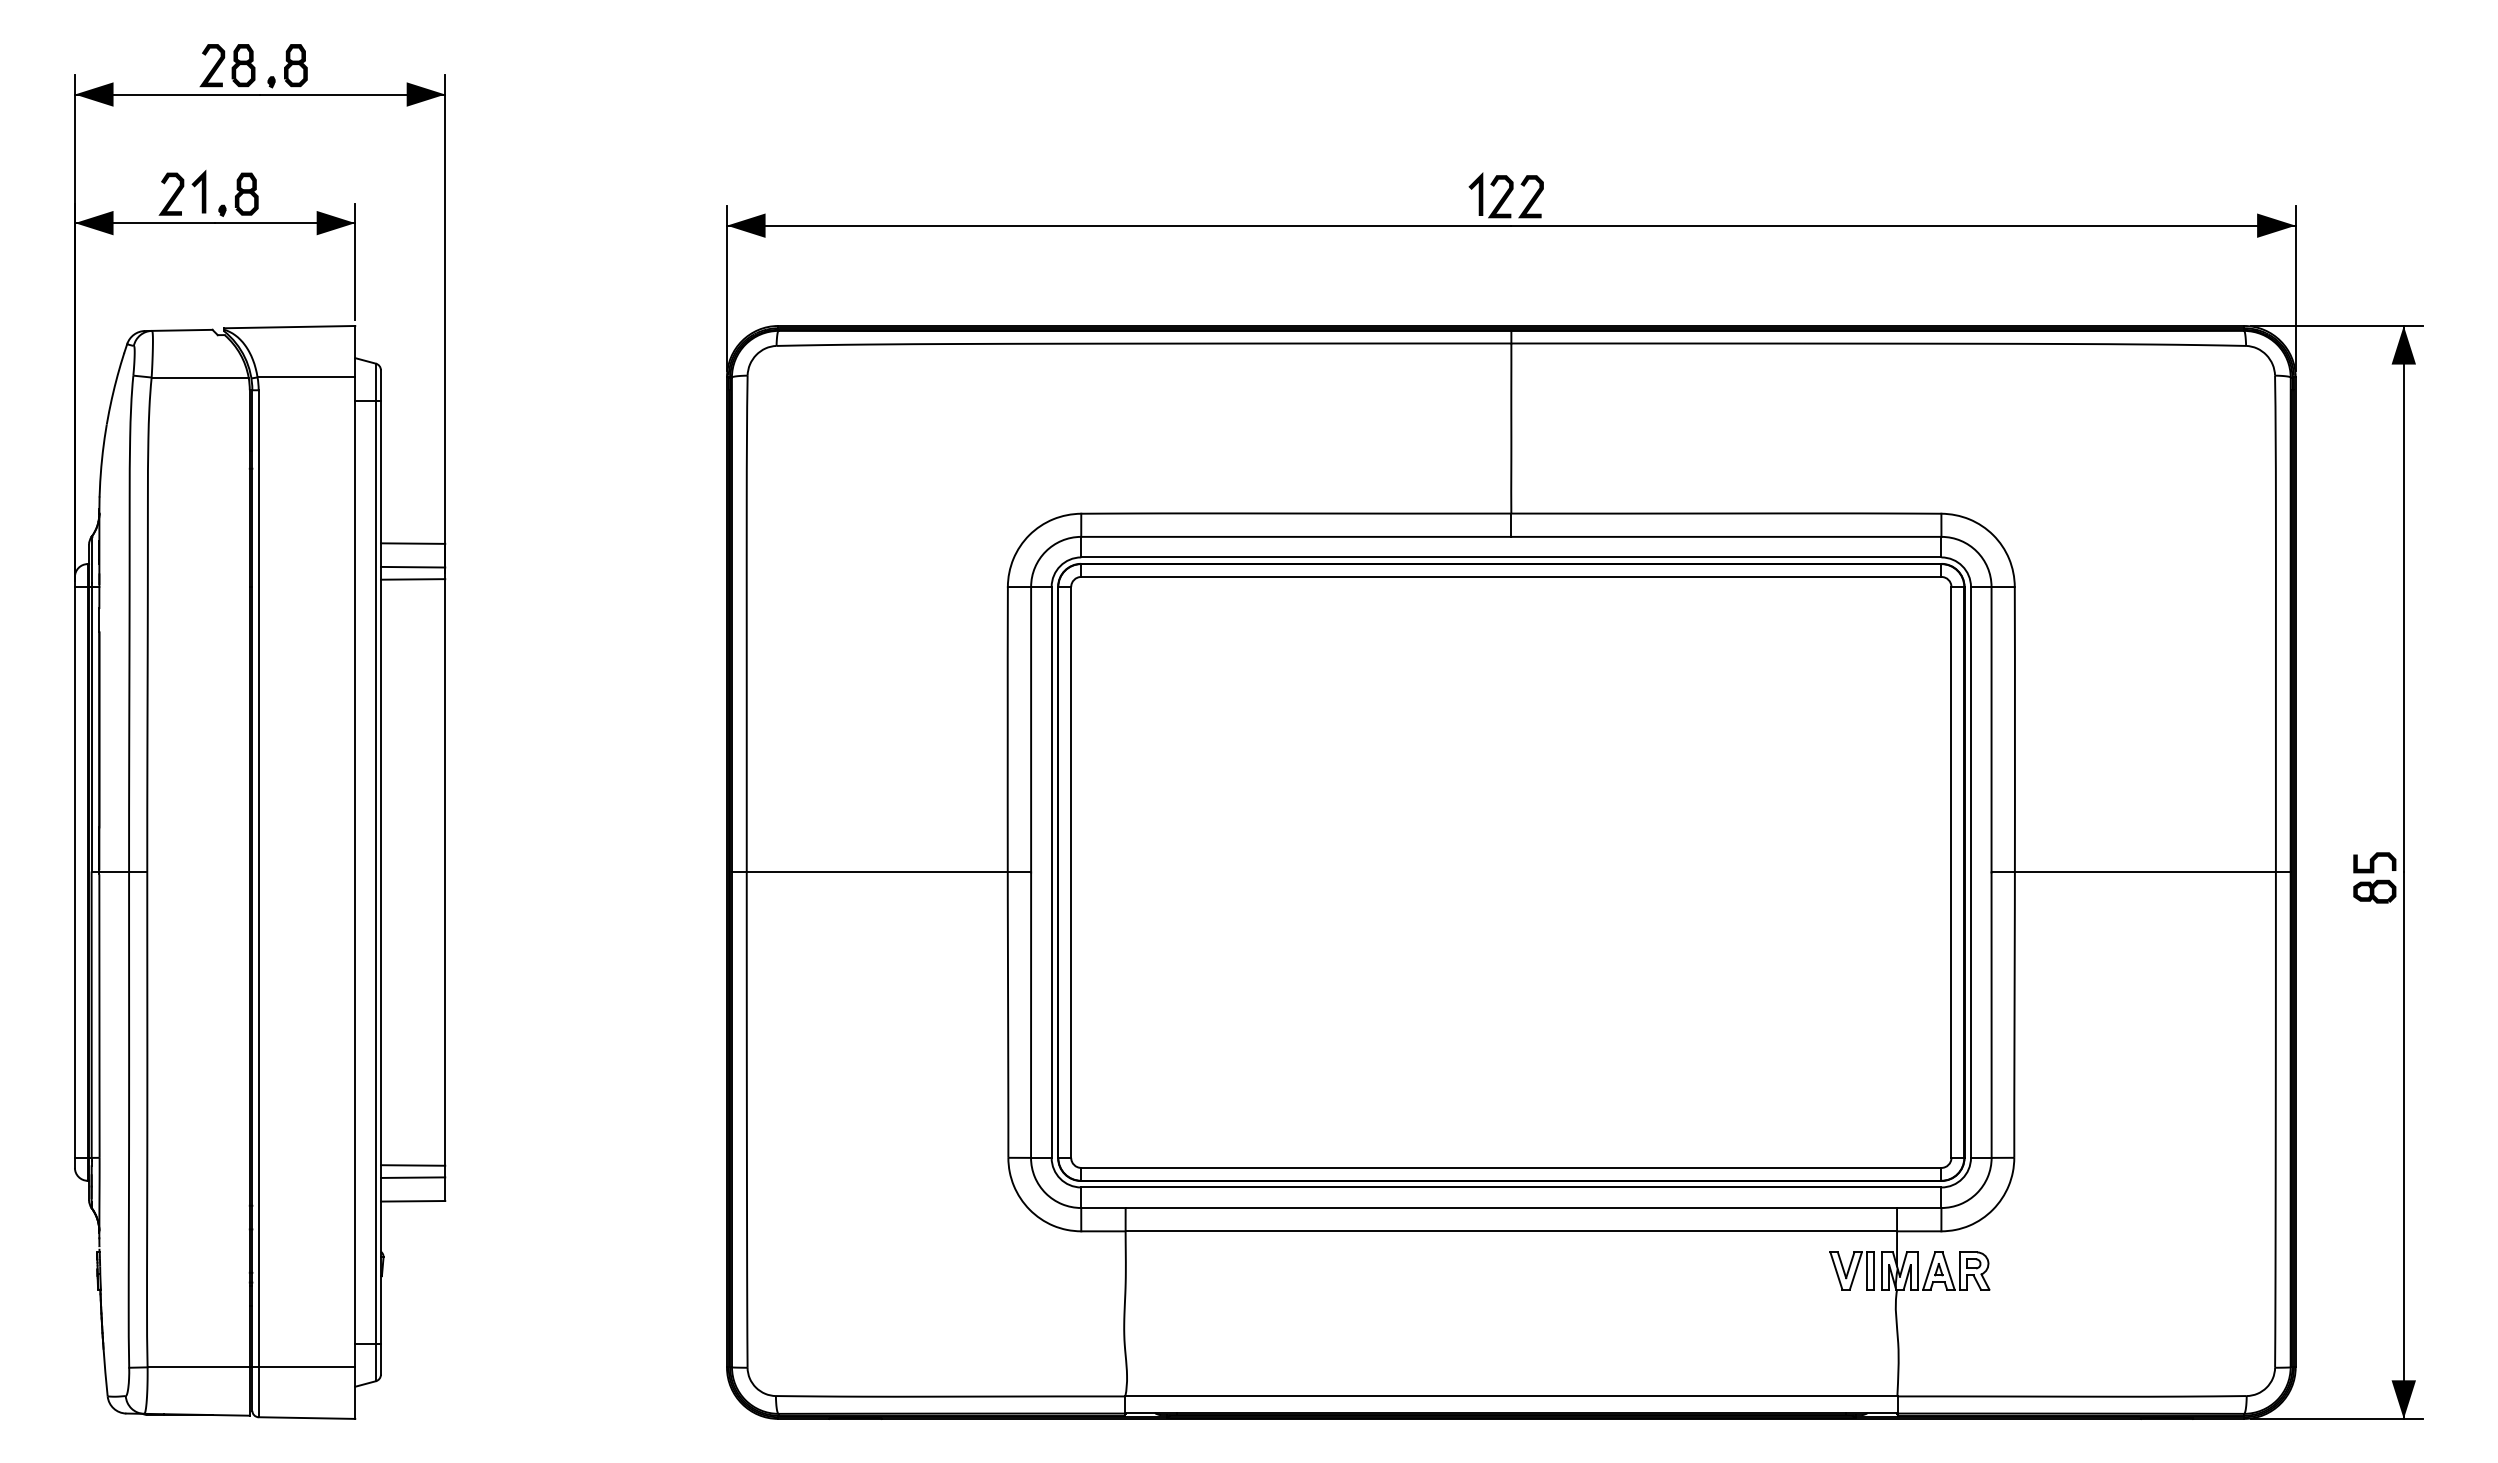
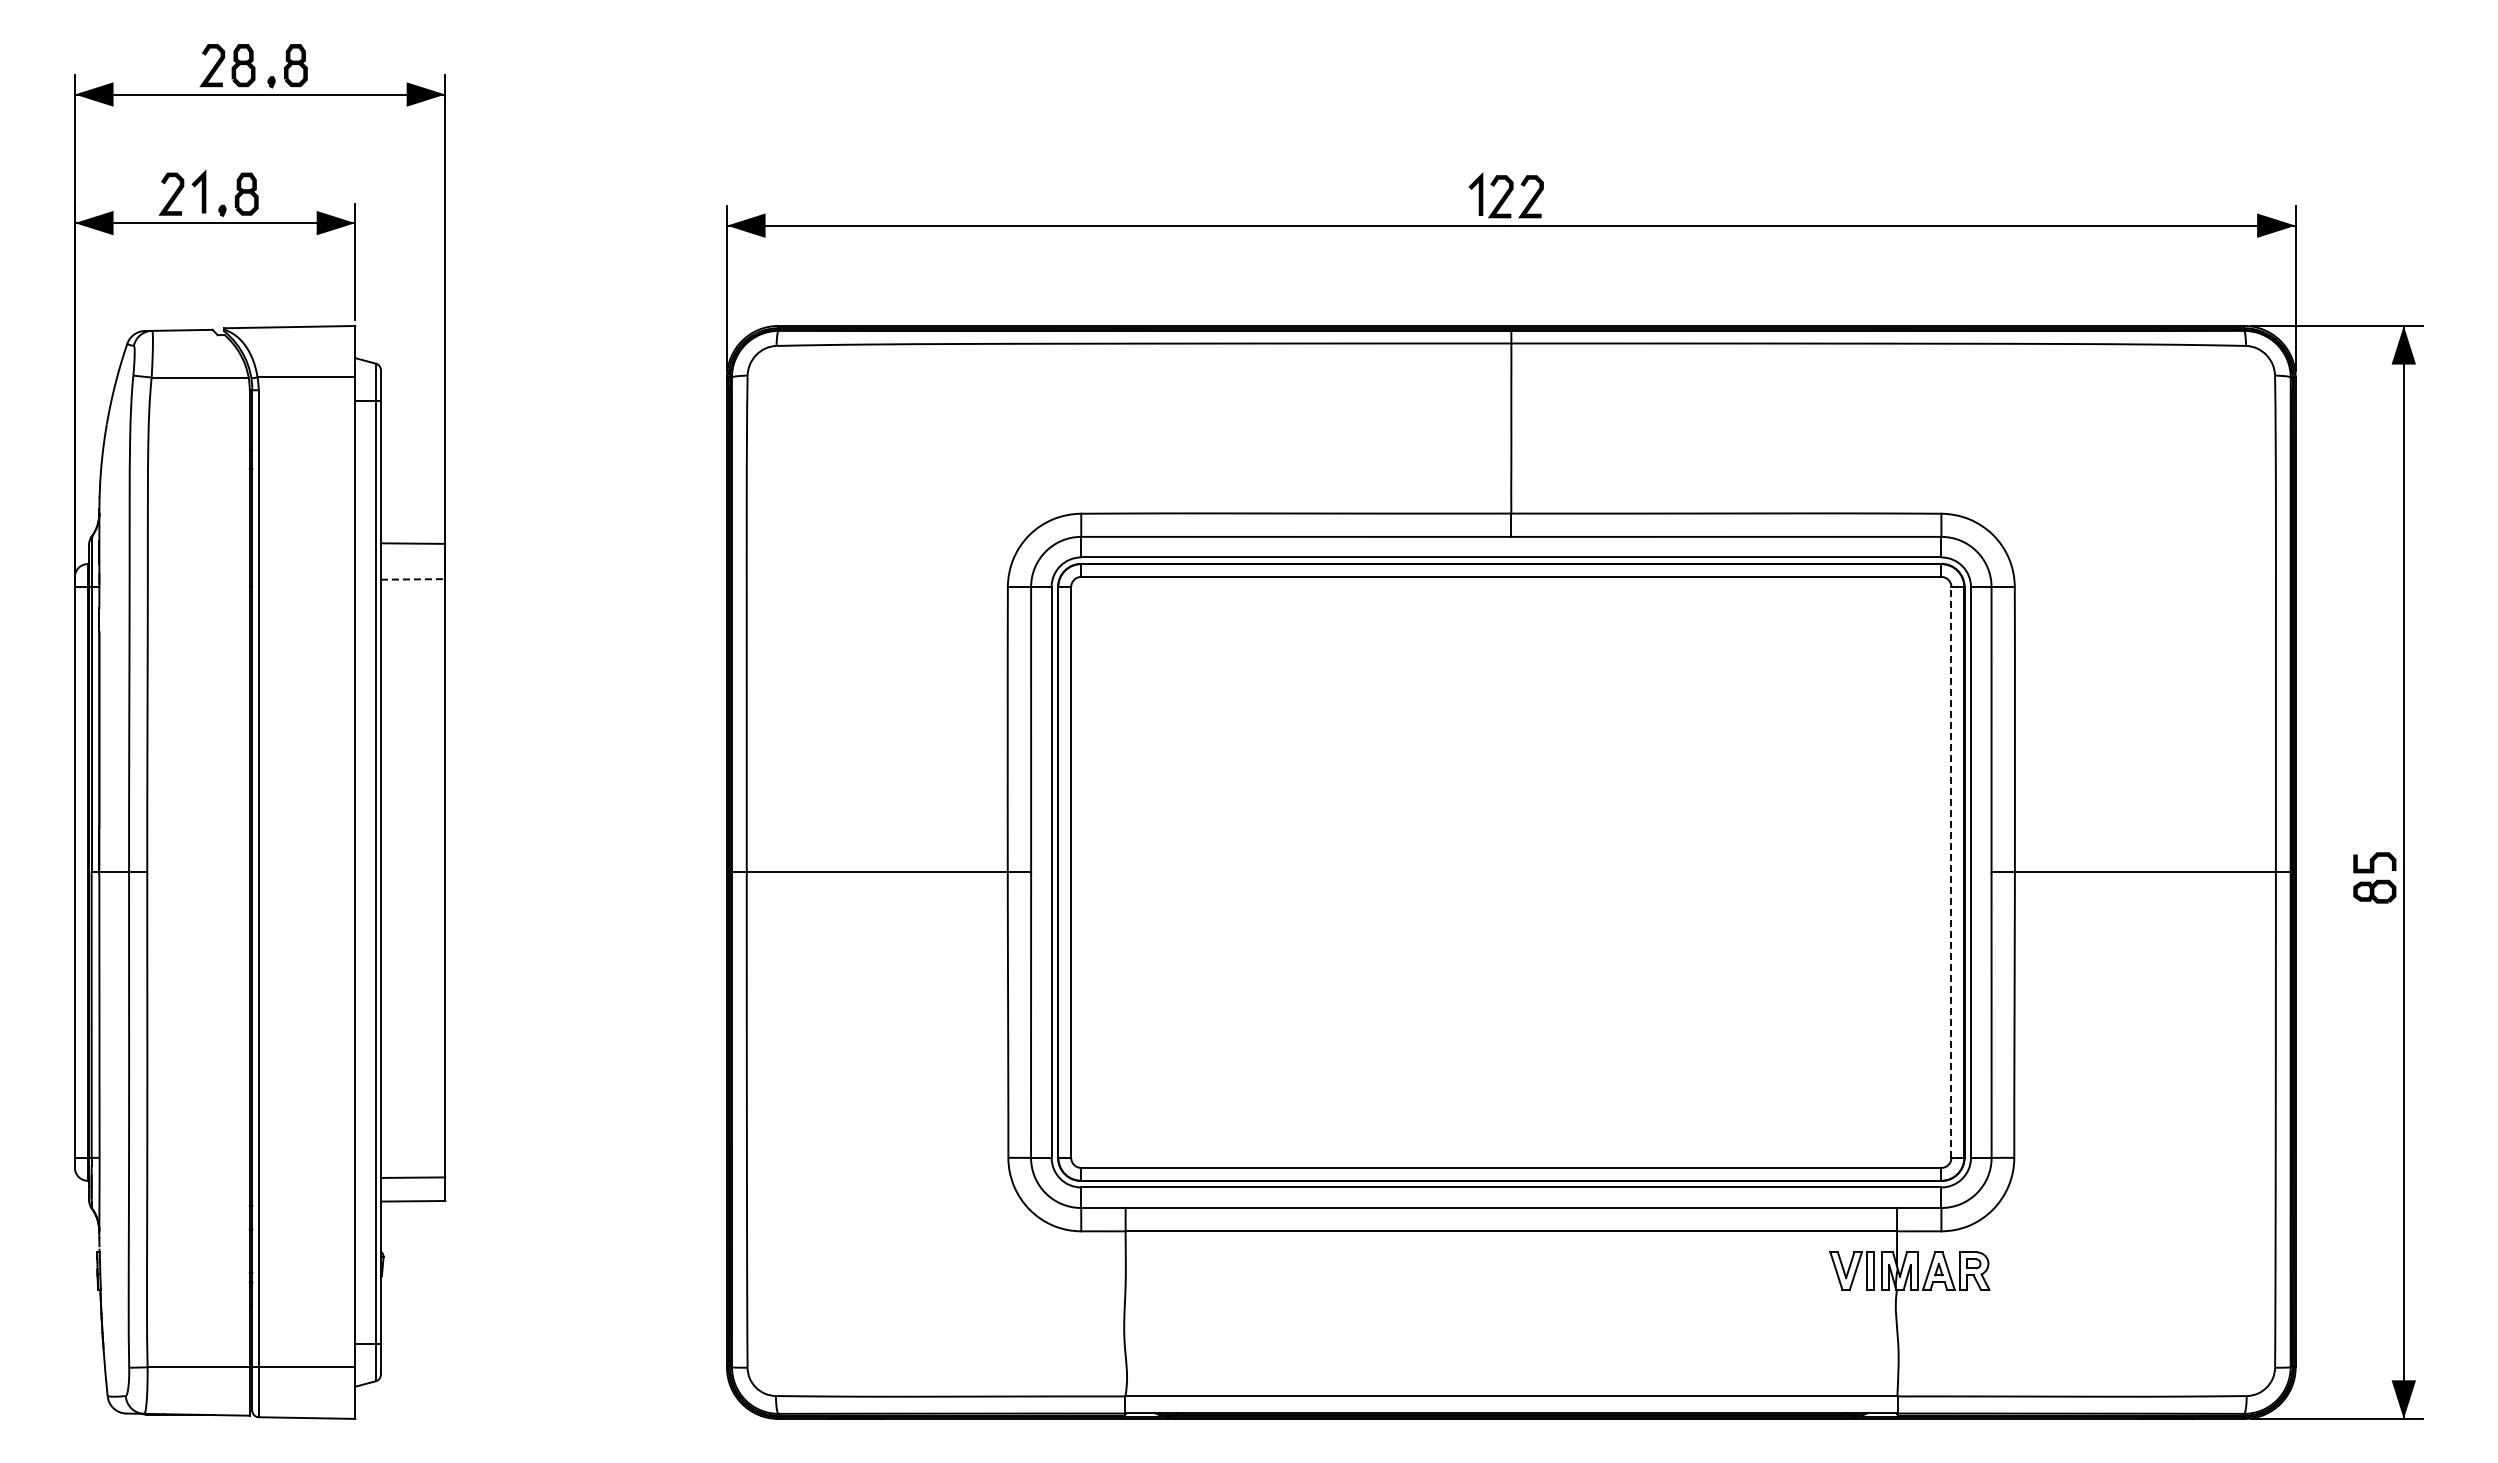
line at (412, 566): present -> none
line at (413, 579): solid -> dashed
line at (1951, 871): solid -> dashed
line at (412, 1165): present -> none
